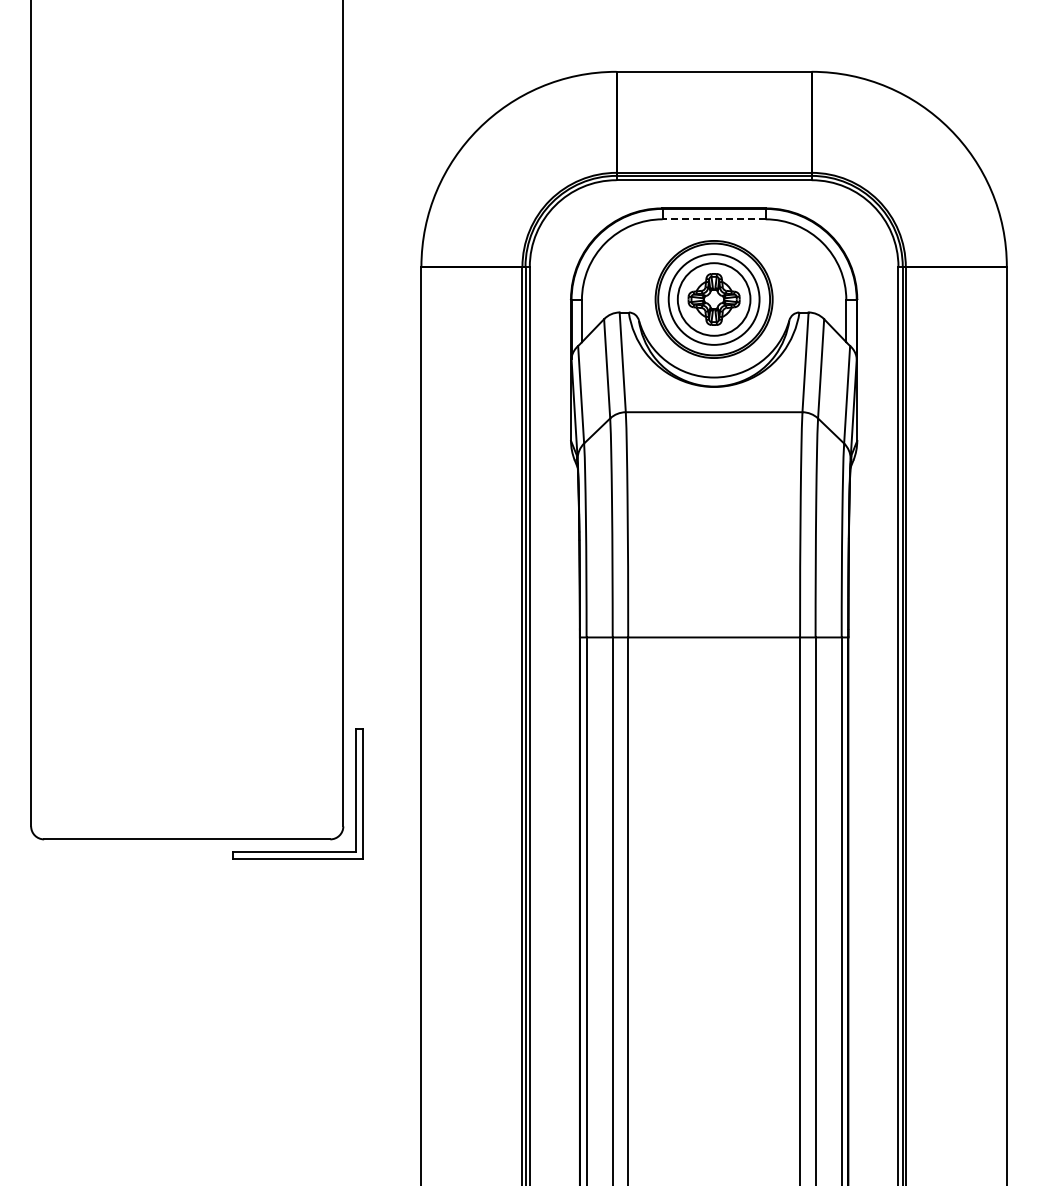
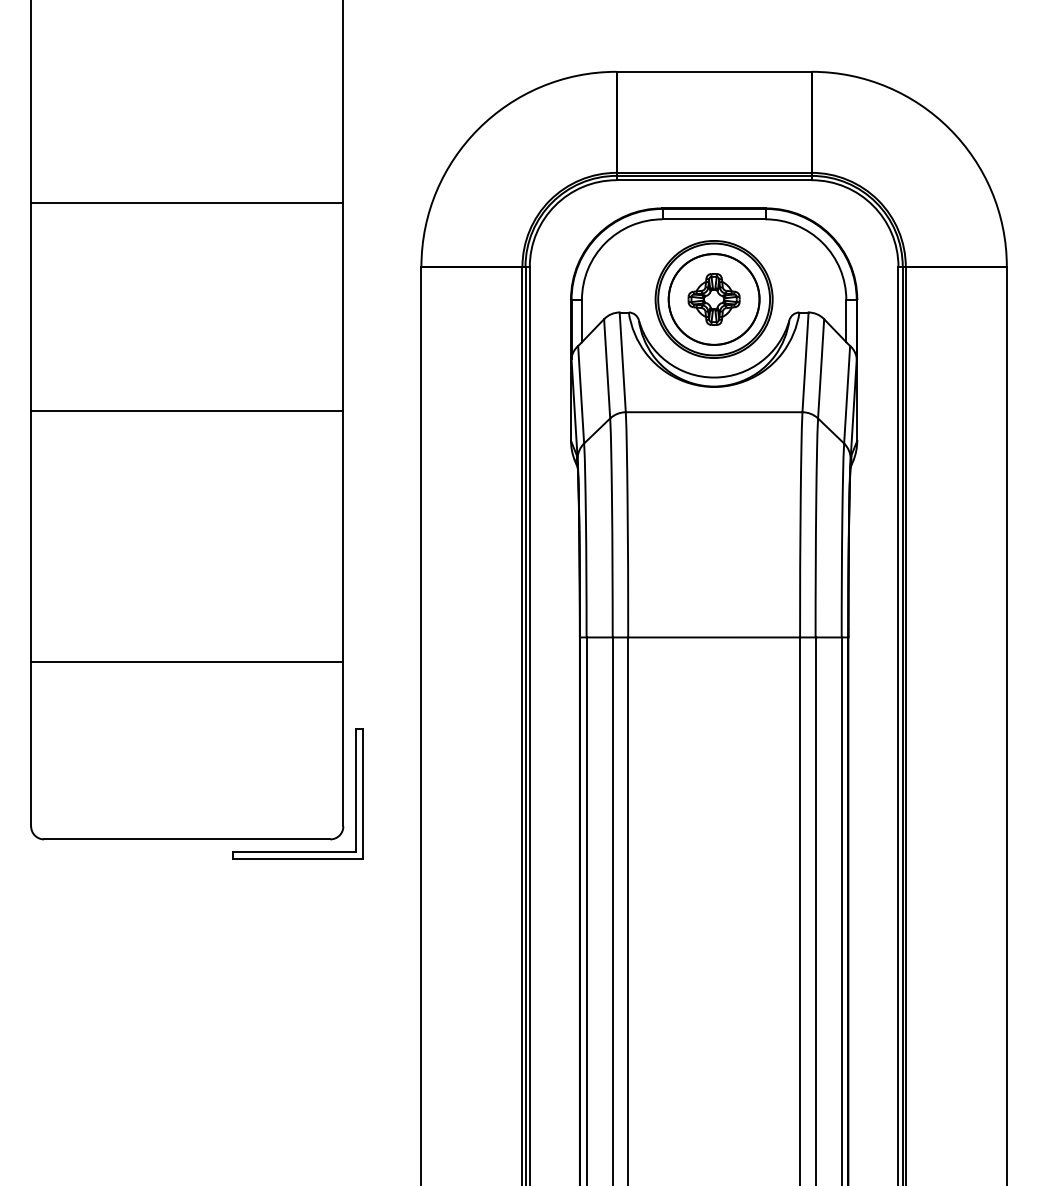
line at (187, 203): none -> present
line at (714, 219): dashed -> solid
circle at (713, 299) diameter: 73 px -> 91 px
line at (187, 411): none -> present
line at (187, 661): none -> present
